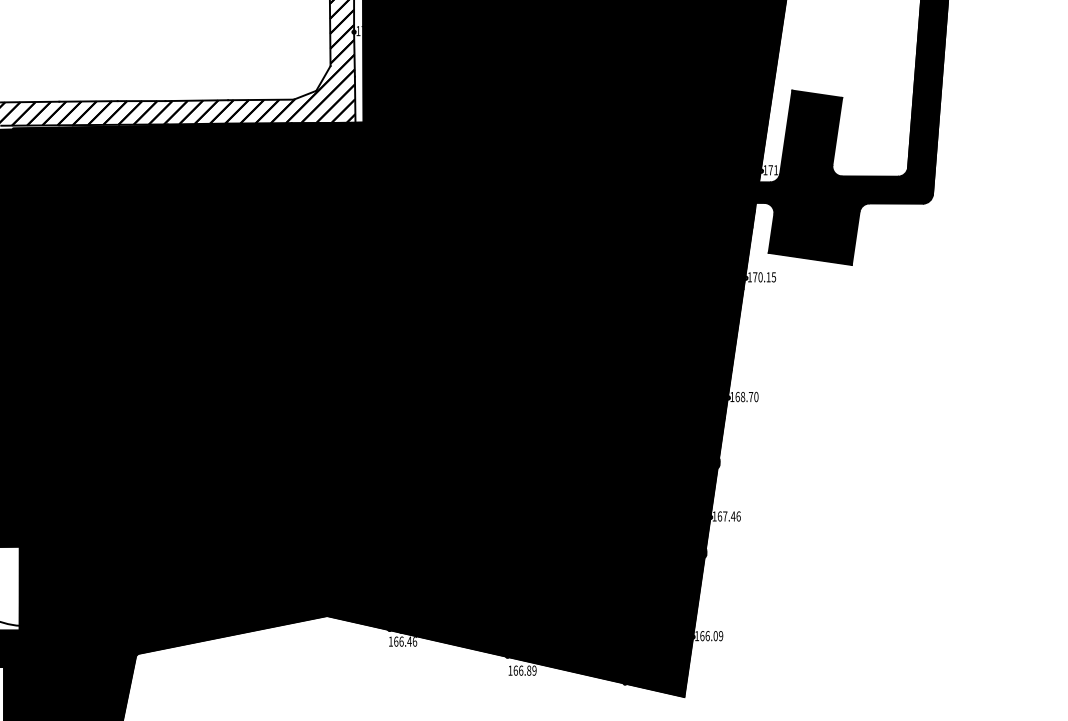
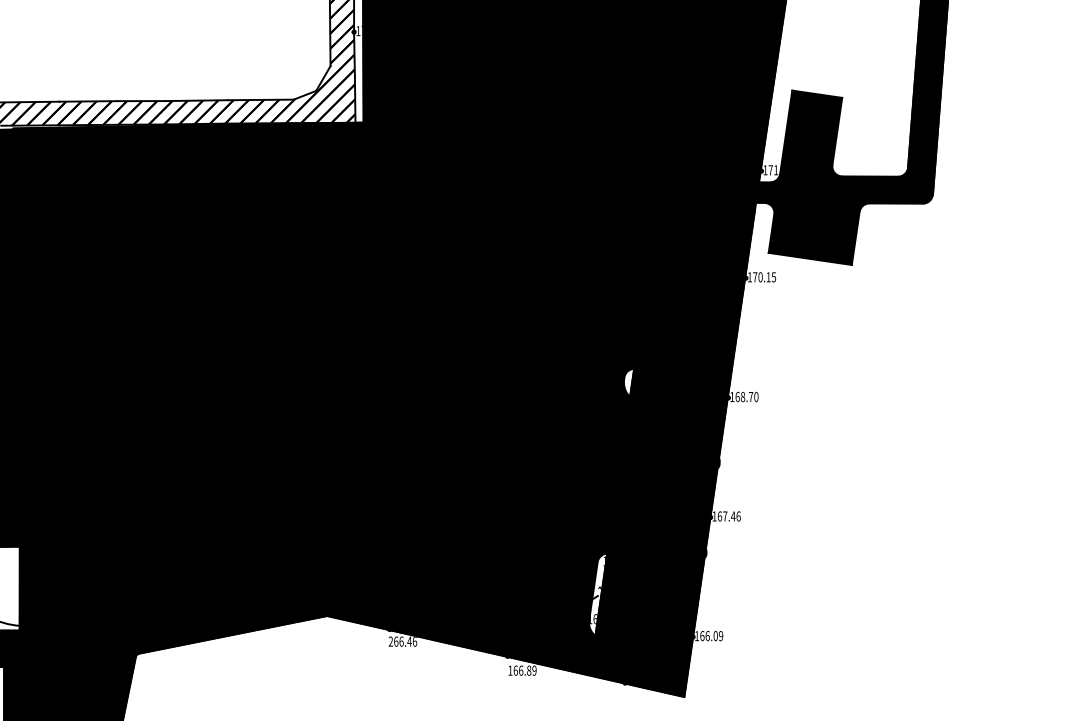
fill at (628, 384): present -> none
fill at (596, 600): present -> none
text at (390, 641): 166.46 -> 266.46
